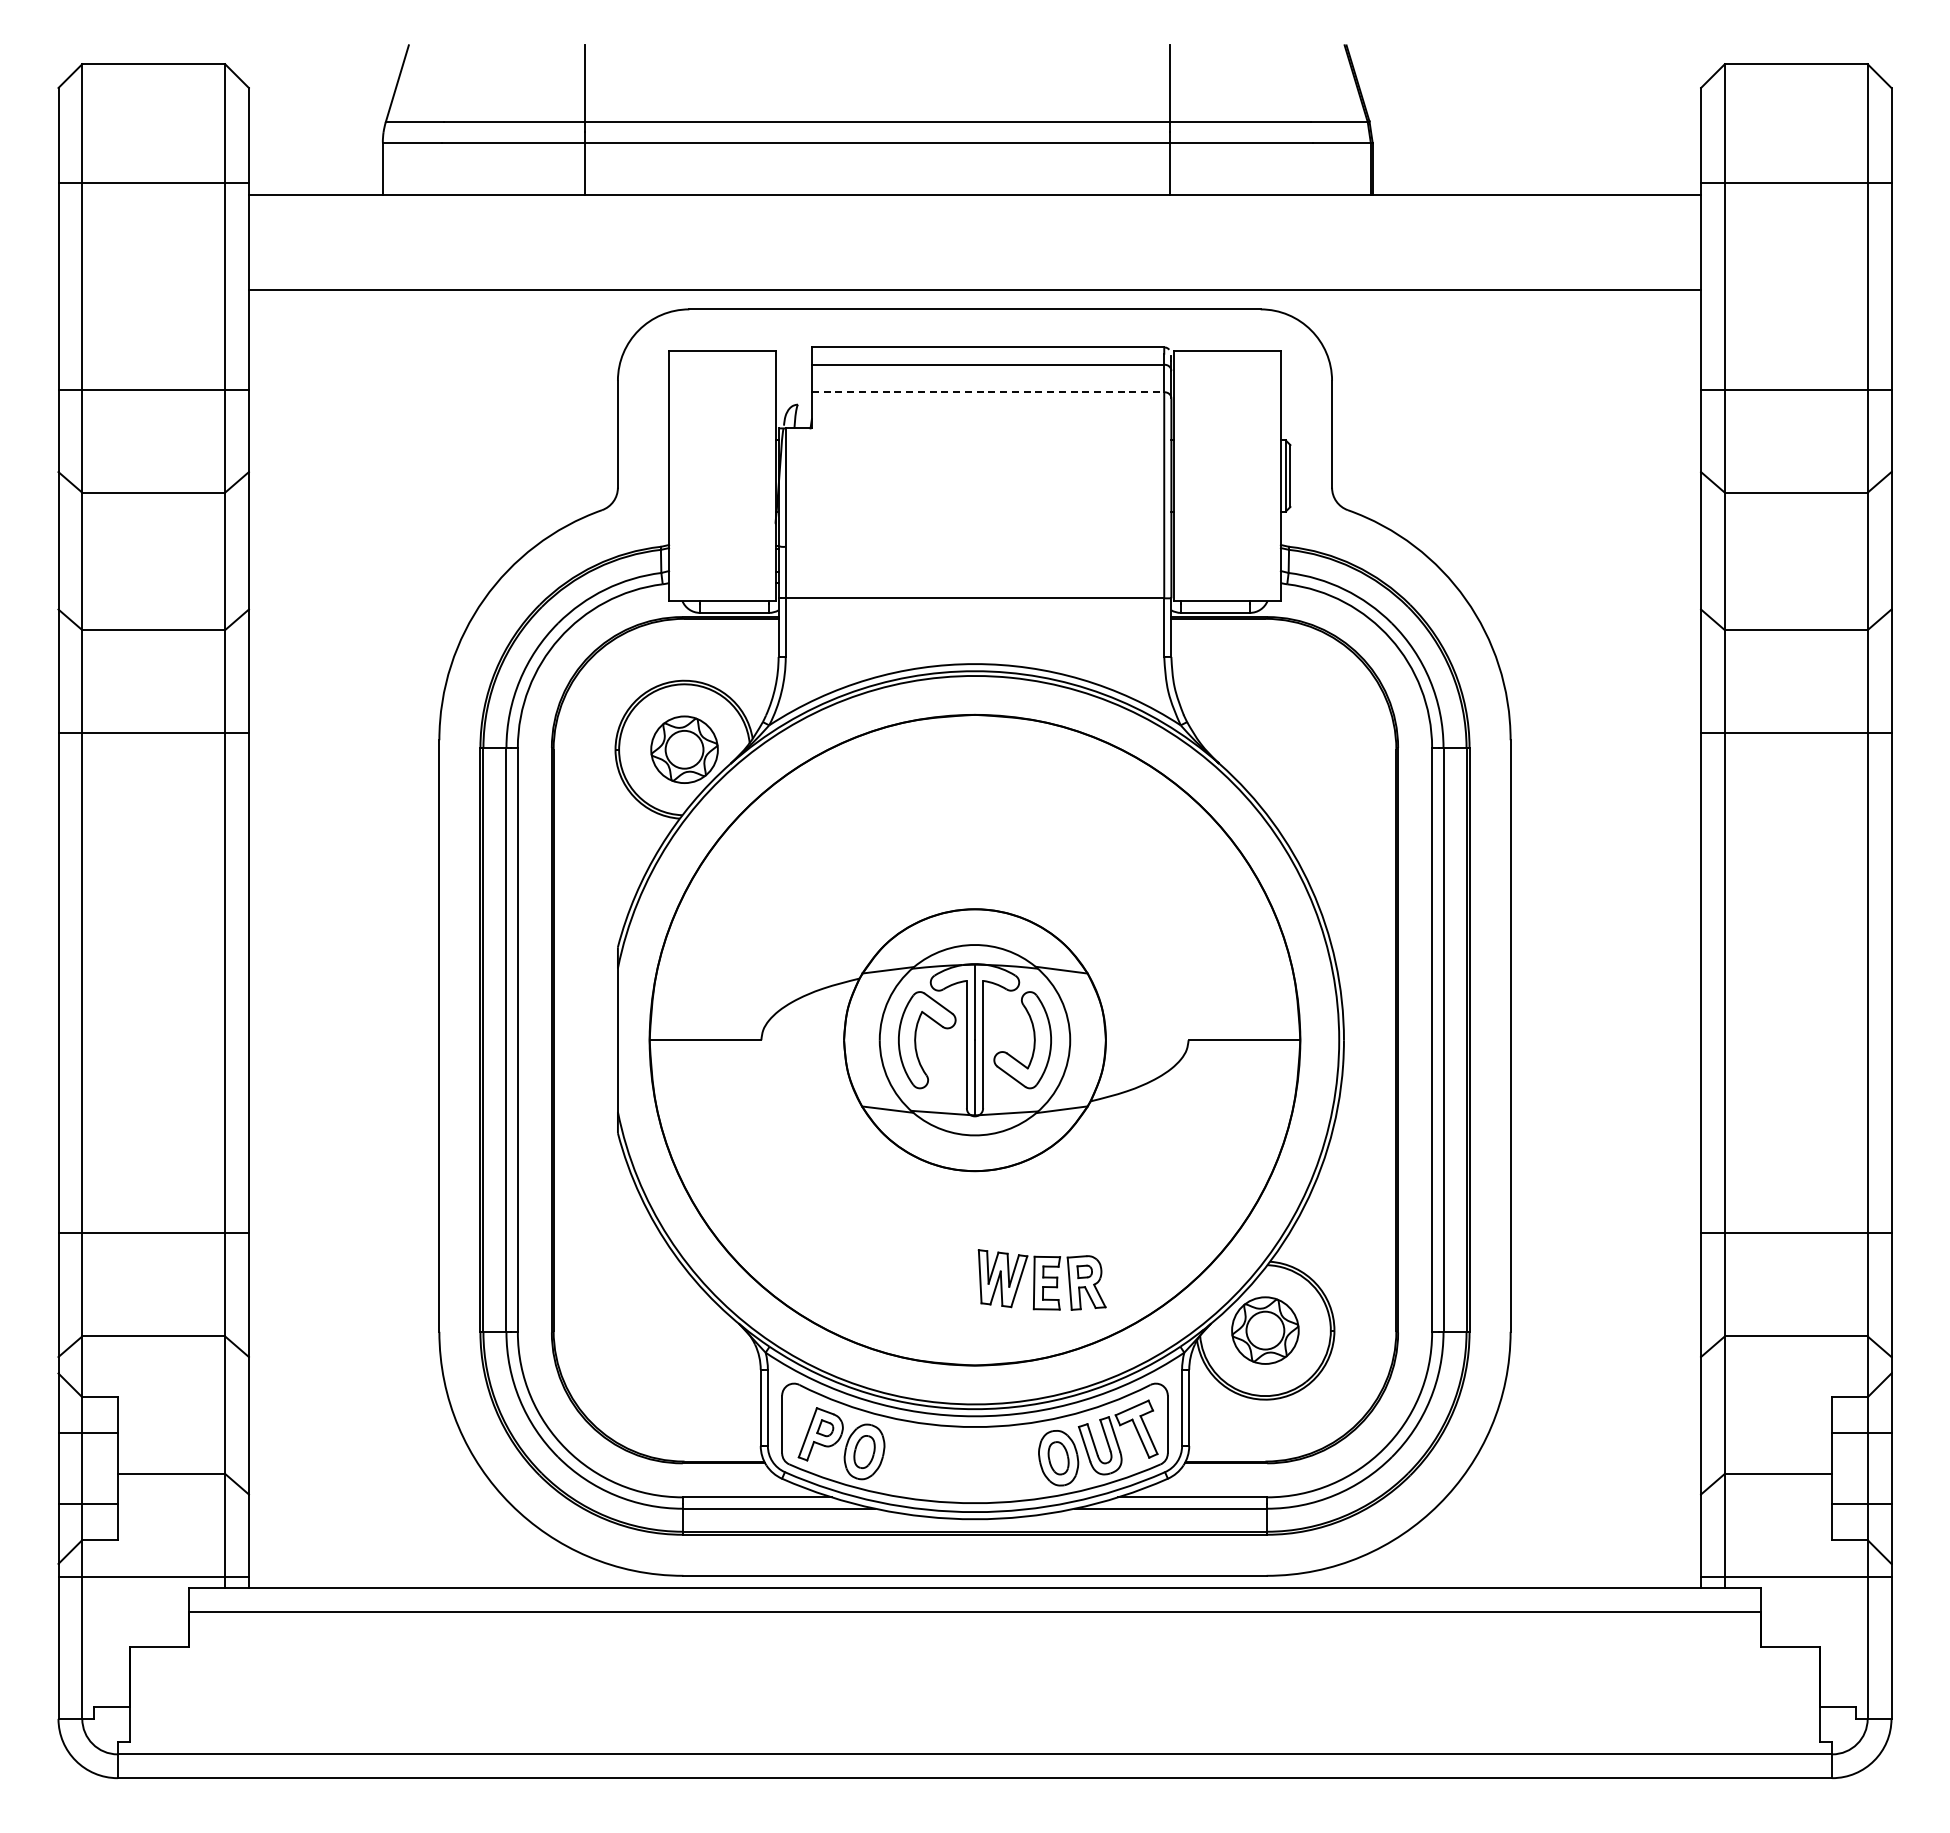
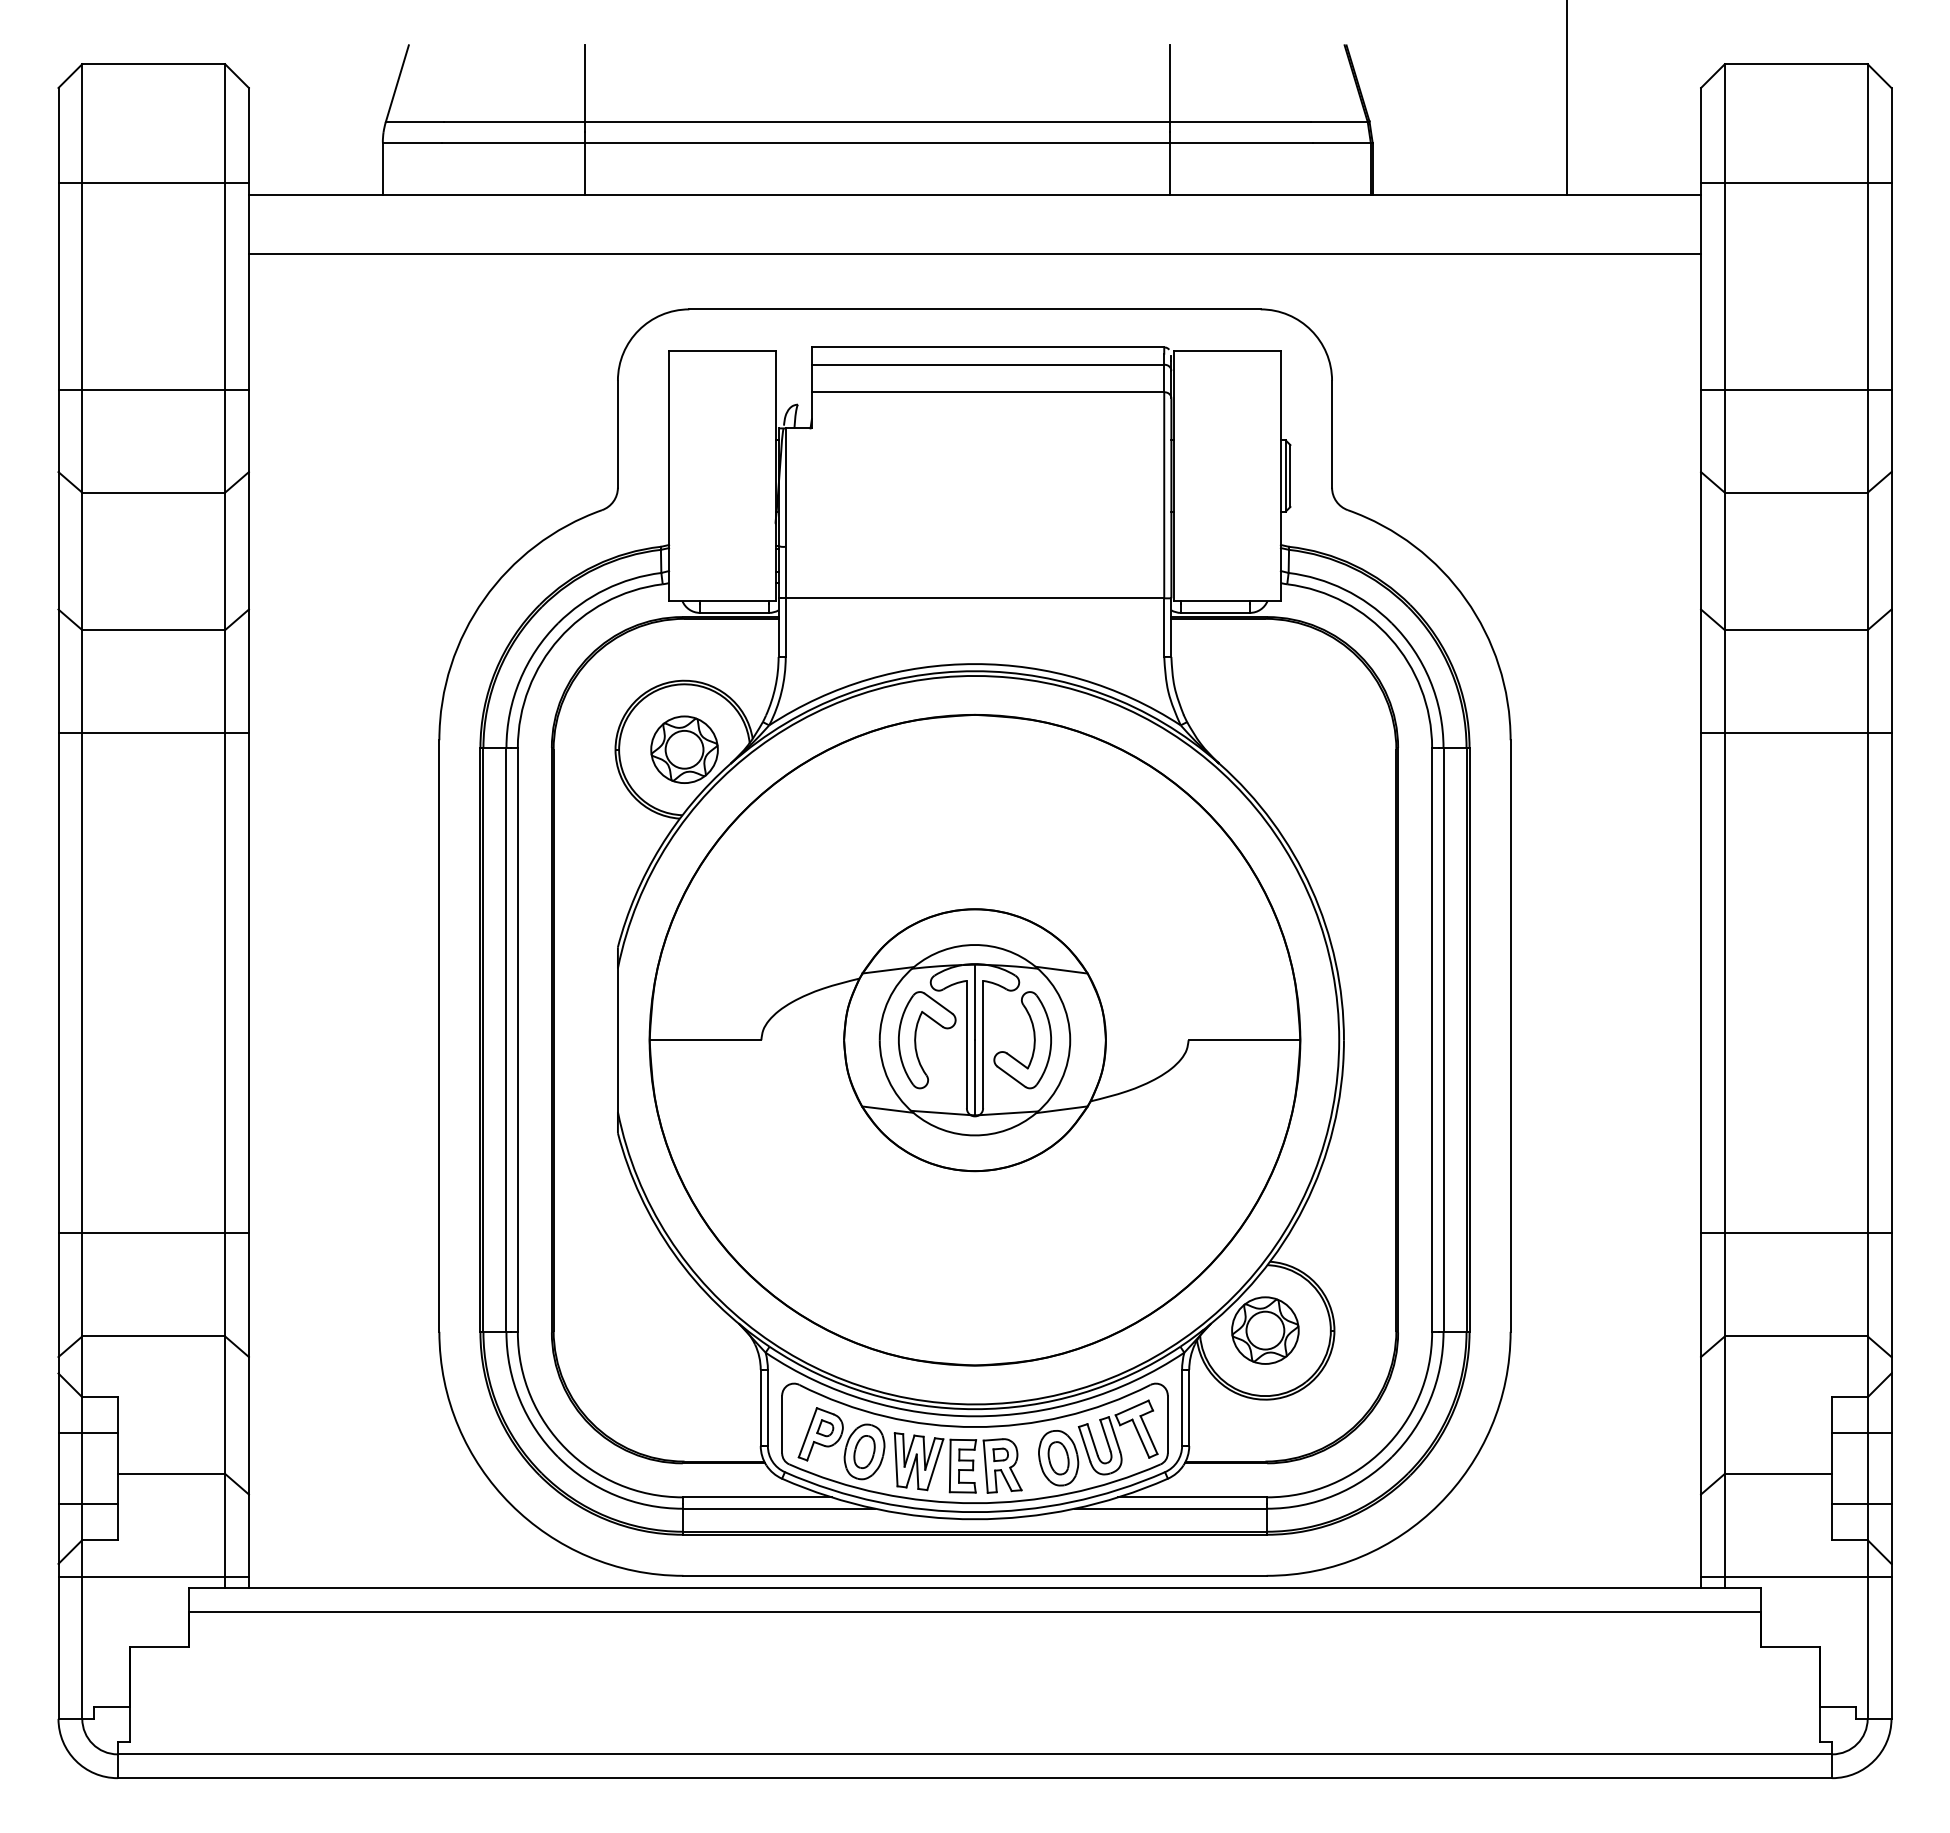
line at (1566, 98): none -> present
line at (974, 290) position: (974, 290) -> (974, 254)
line at (988, 392): dashed -> solid
part at (1041, 1279) position: (1041, 1279) -> (957, 1462)
